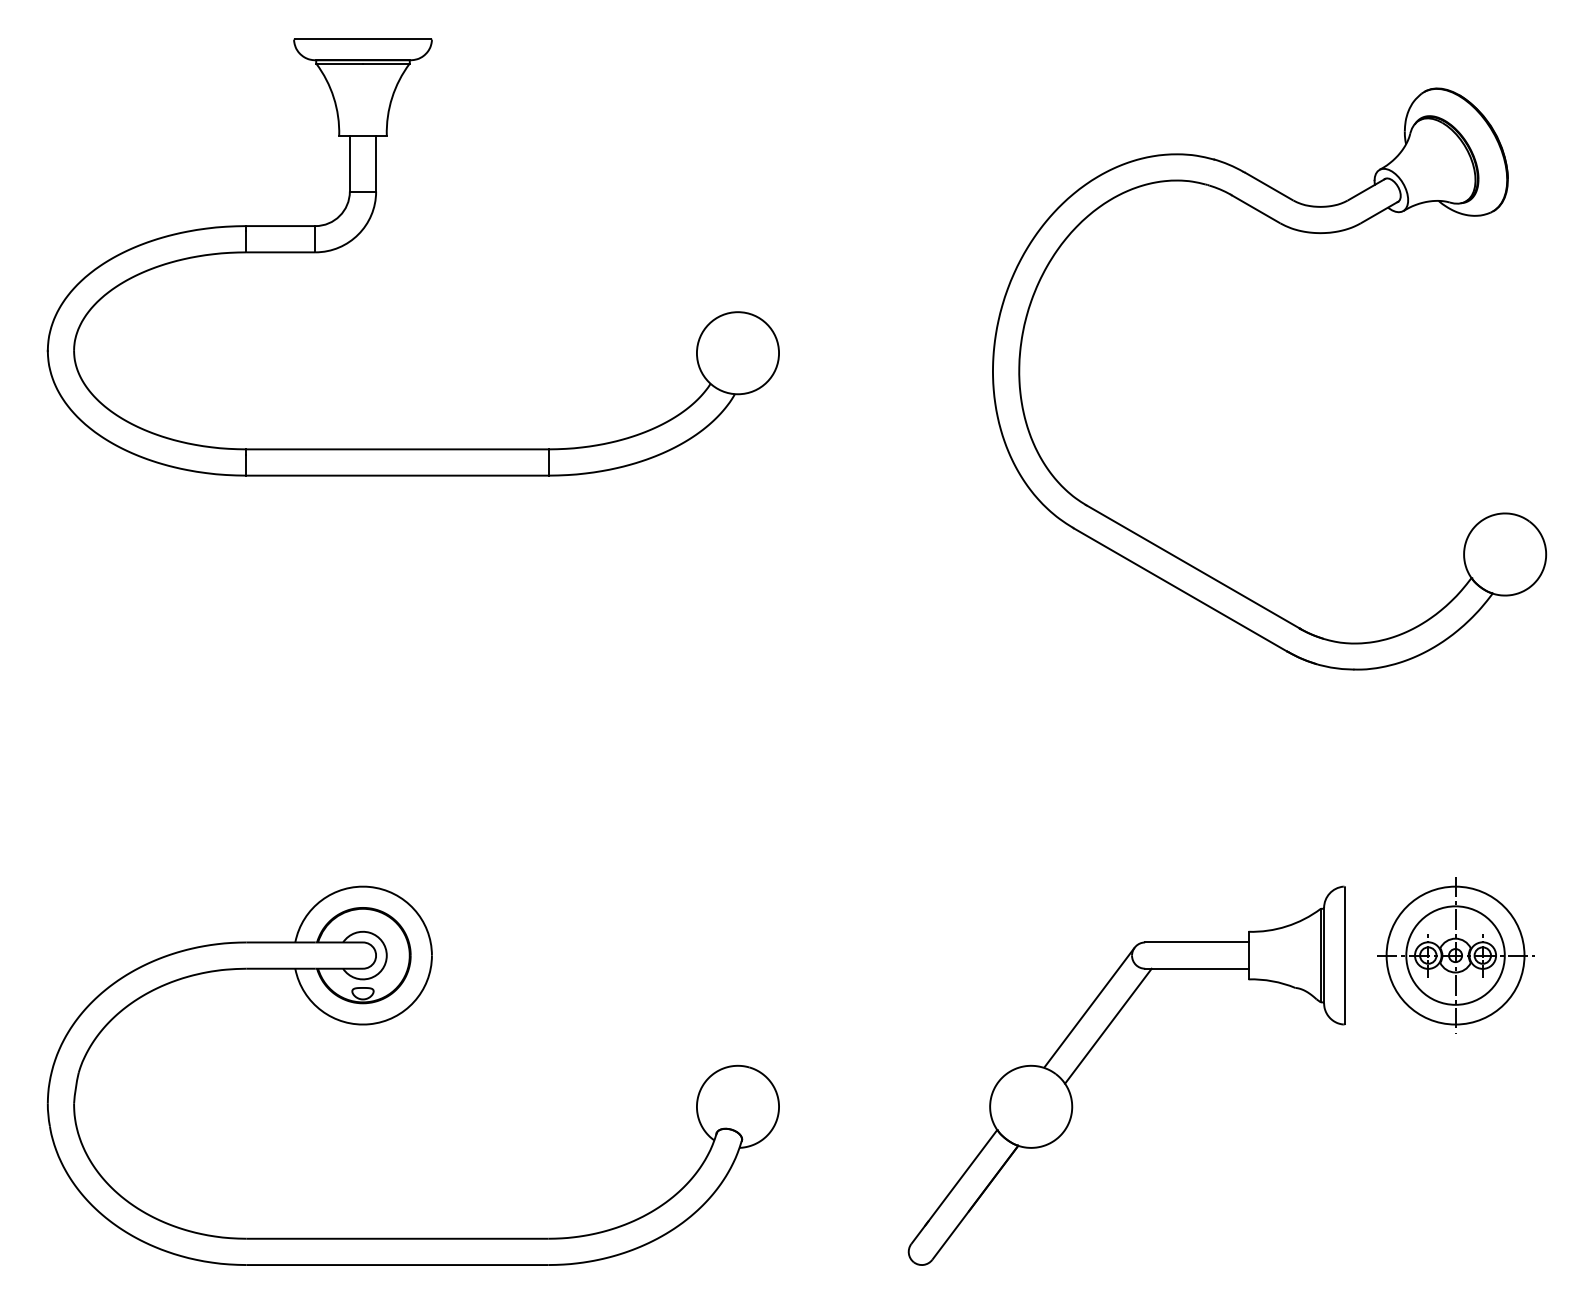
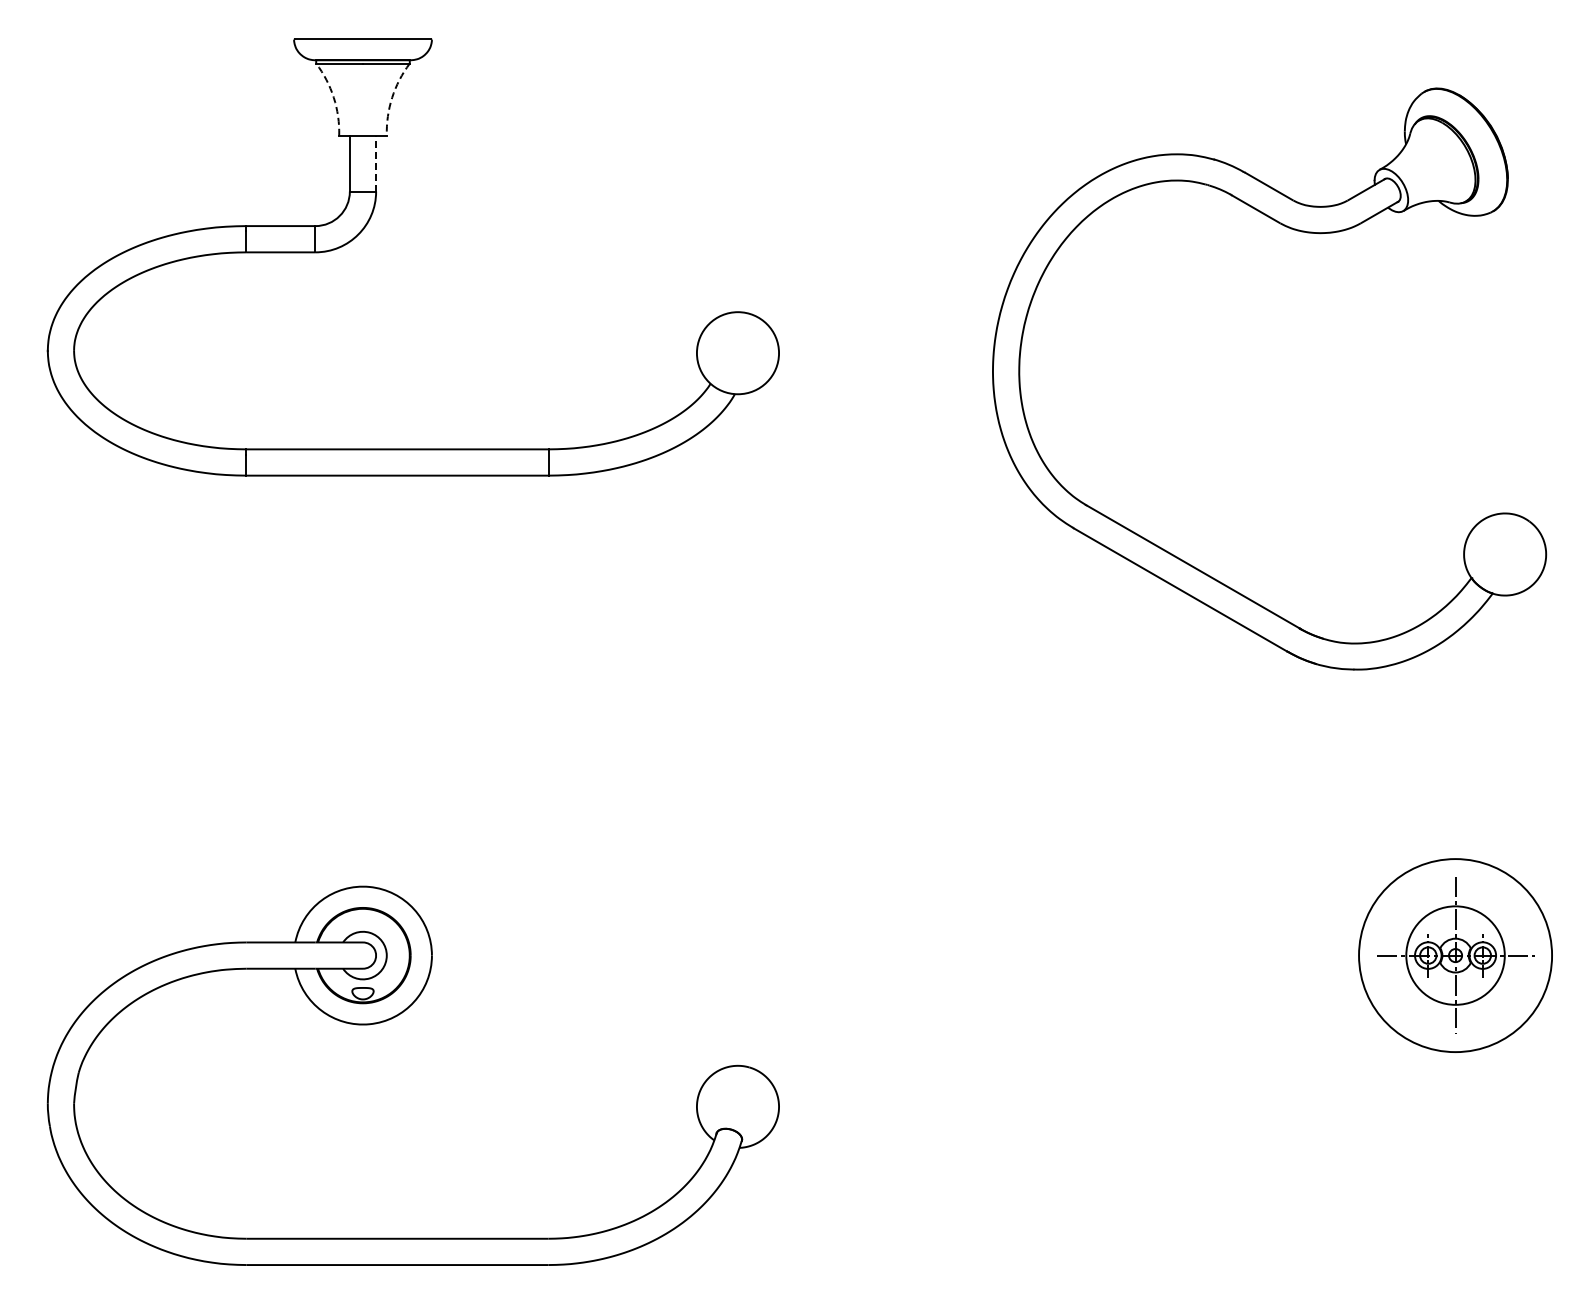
arc at (333, 97): solid -> dashed
arc at (392, 97): solid -> dashed
line at (376, 163): solid -> dashed
circle at (1455, 955) diameter: 138 px -> 193 px
part at (1092, 1049): present -> none
